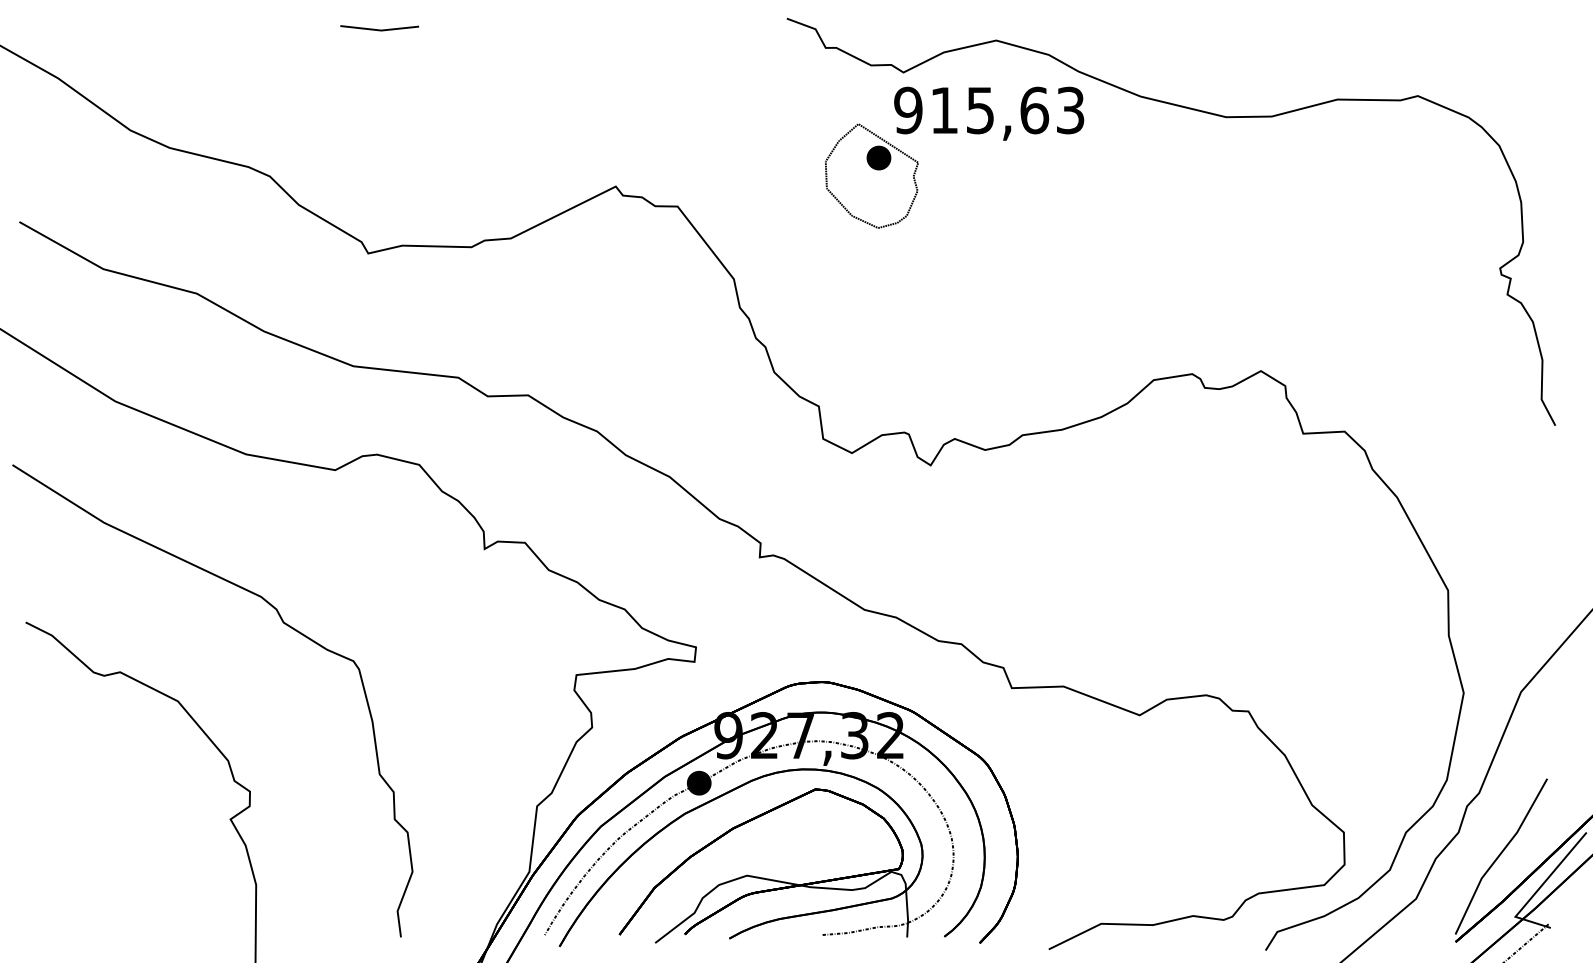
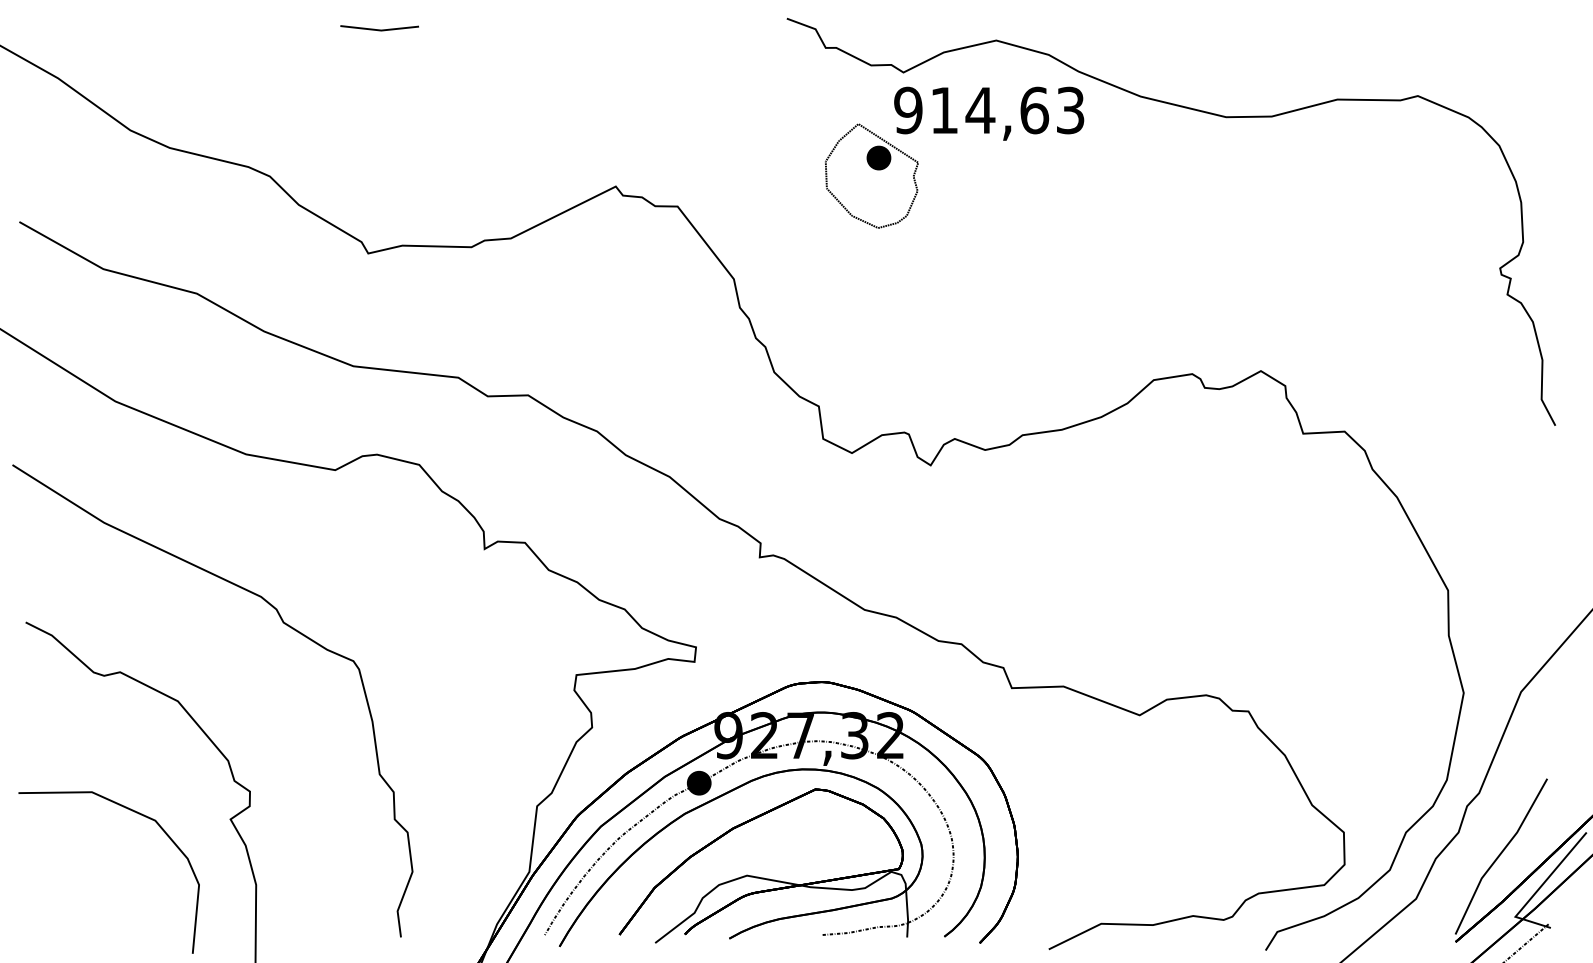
text at (980, 110): 915,63 -> 914,63
part at (138, 814): none -> present
